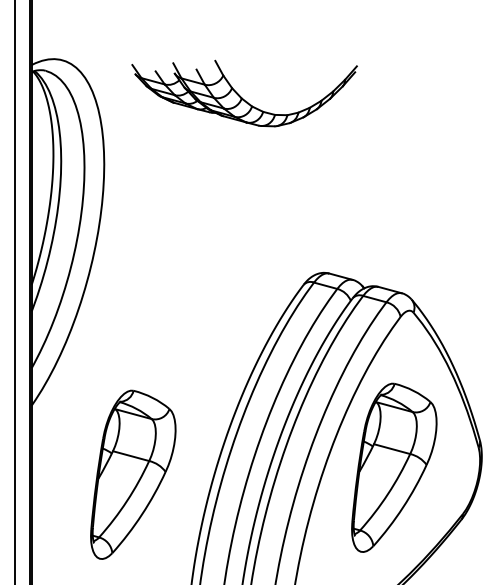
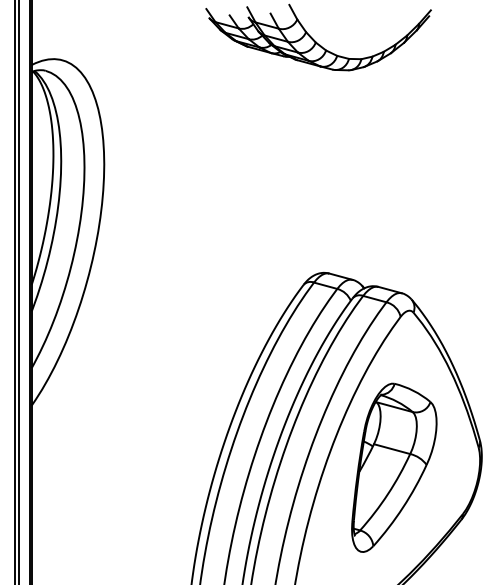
part at (244, 93) position: (244, 93) -> (318, 37)
line at (19, 291): none -> present
part at (133, 474): present -> none
